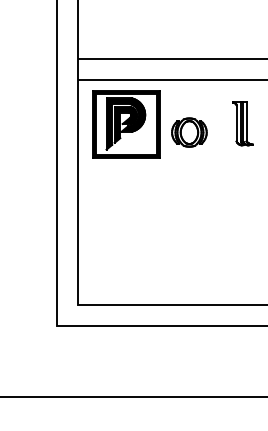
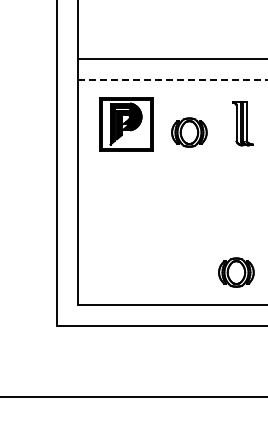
line at (172, 79): solid -> dashed
part at (126, 124) size: 69x69 px -> 55x55 px
part at (236, 272): none -> present
